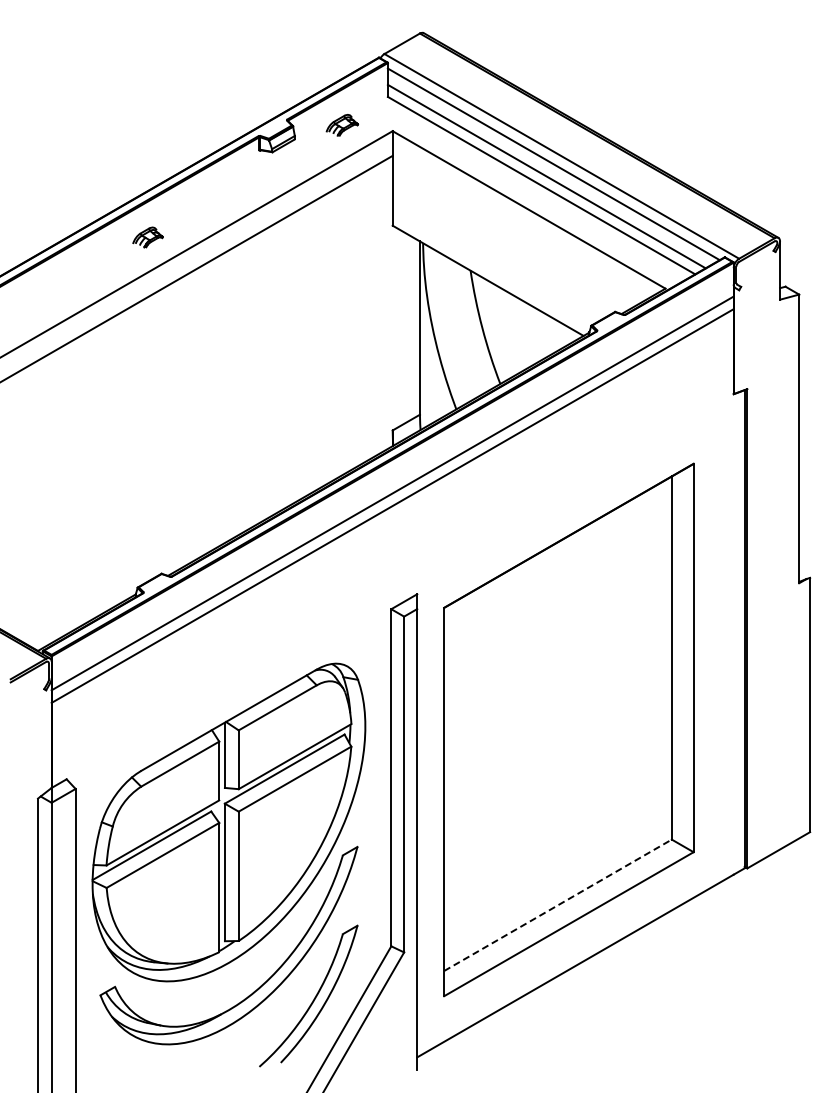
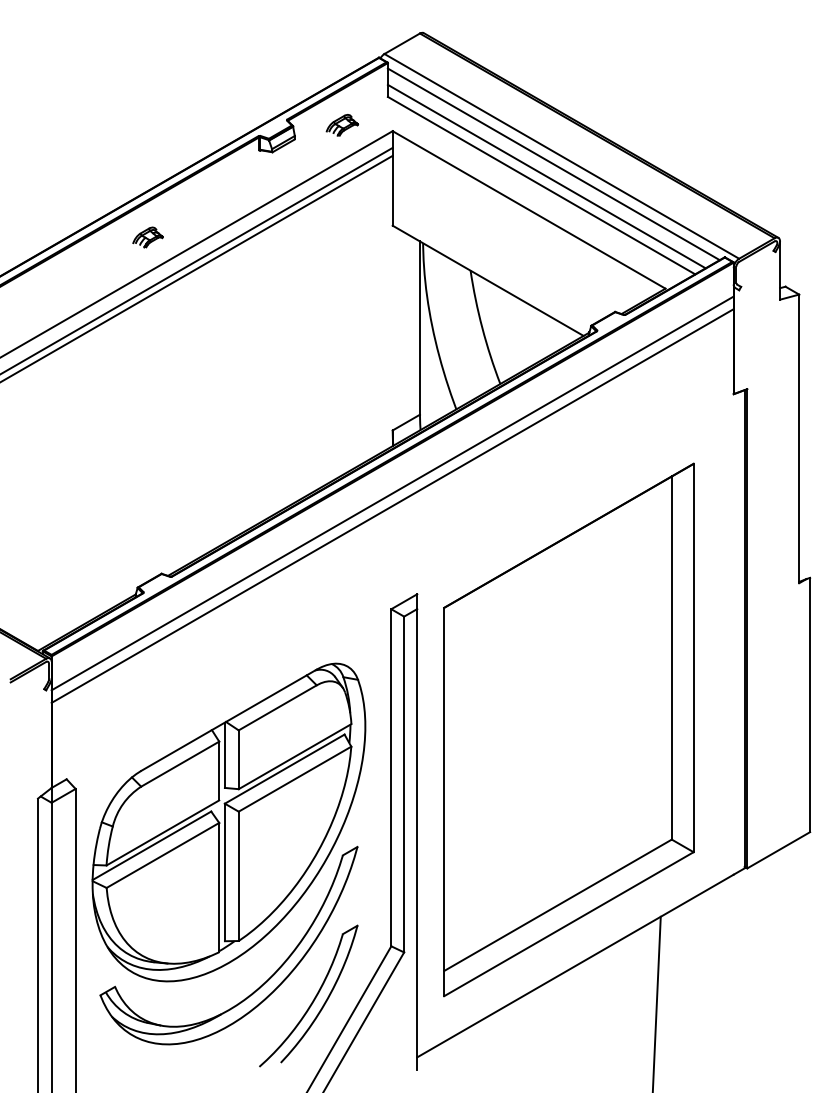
line at (197, 260): none -> present
line at (558, 905): dashed -> solid
line at (656, 1002): none -> present
